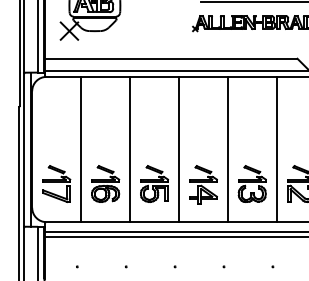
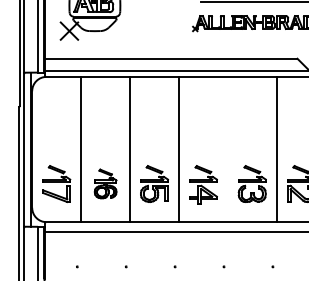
line at (227, 149): present -> none
part at (105, 183) size: 30x38 px -> 25x32 px
line at (174, 236): present -> none
